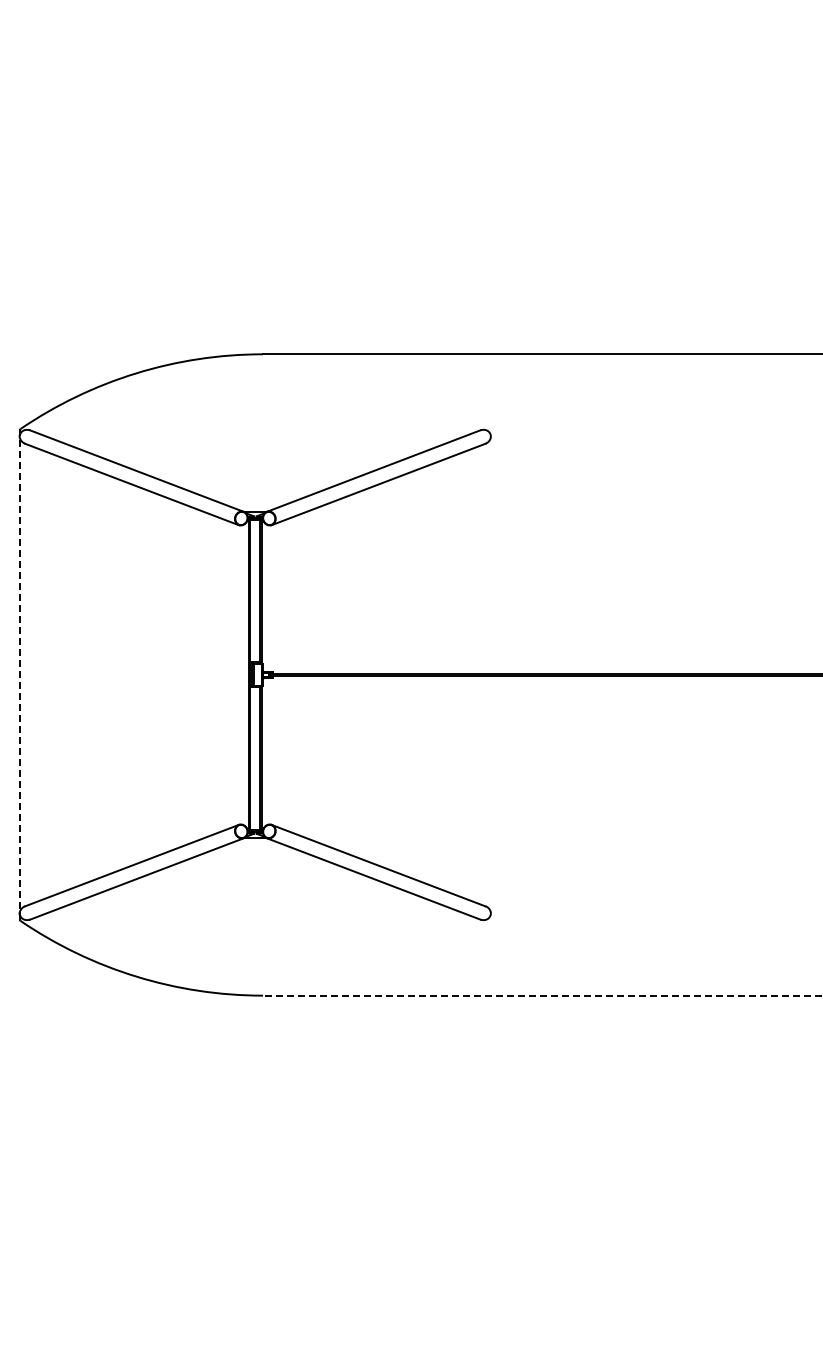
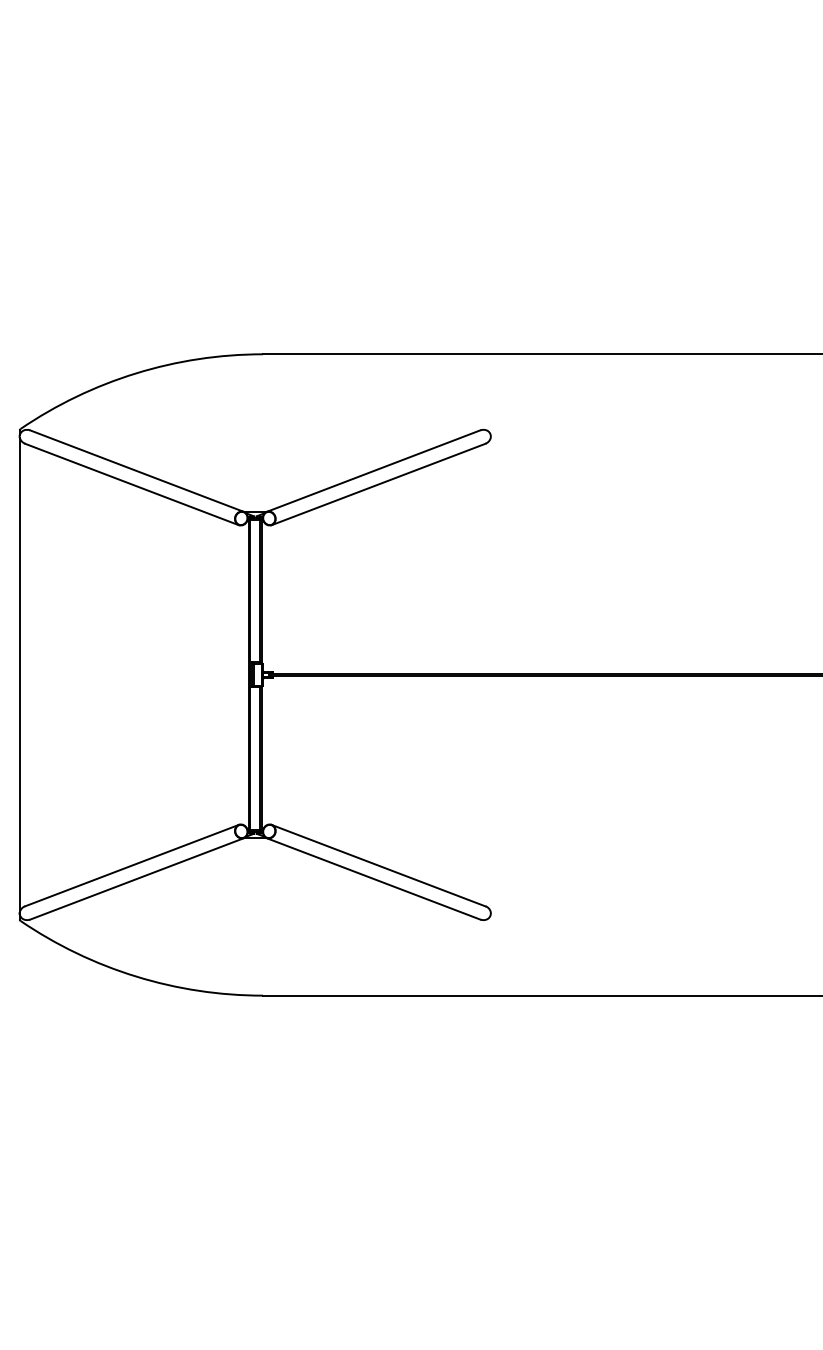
line at (19, 678): dashed -> solid
line at (542, 995): dashed -> solid
